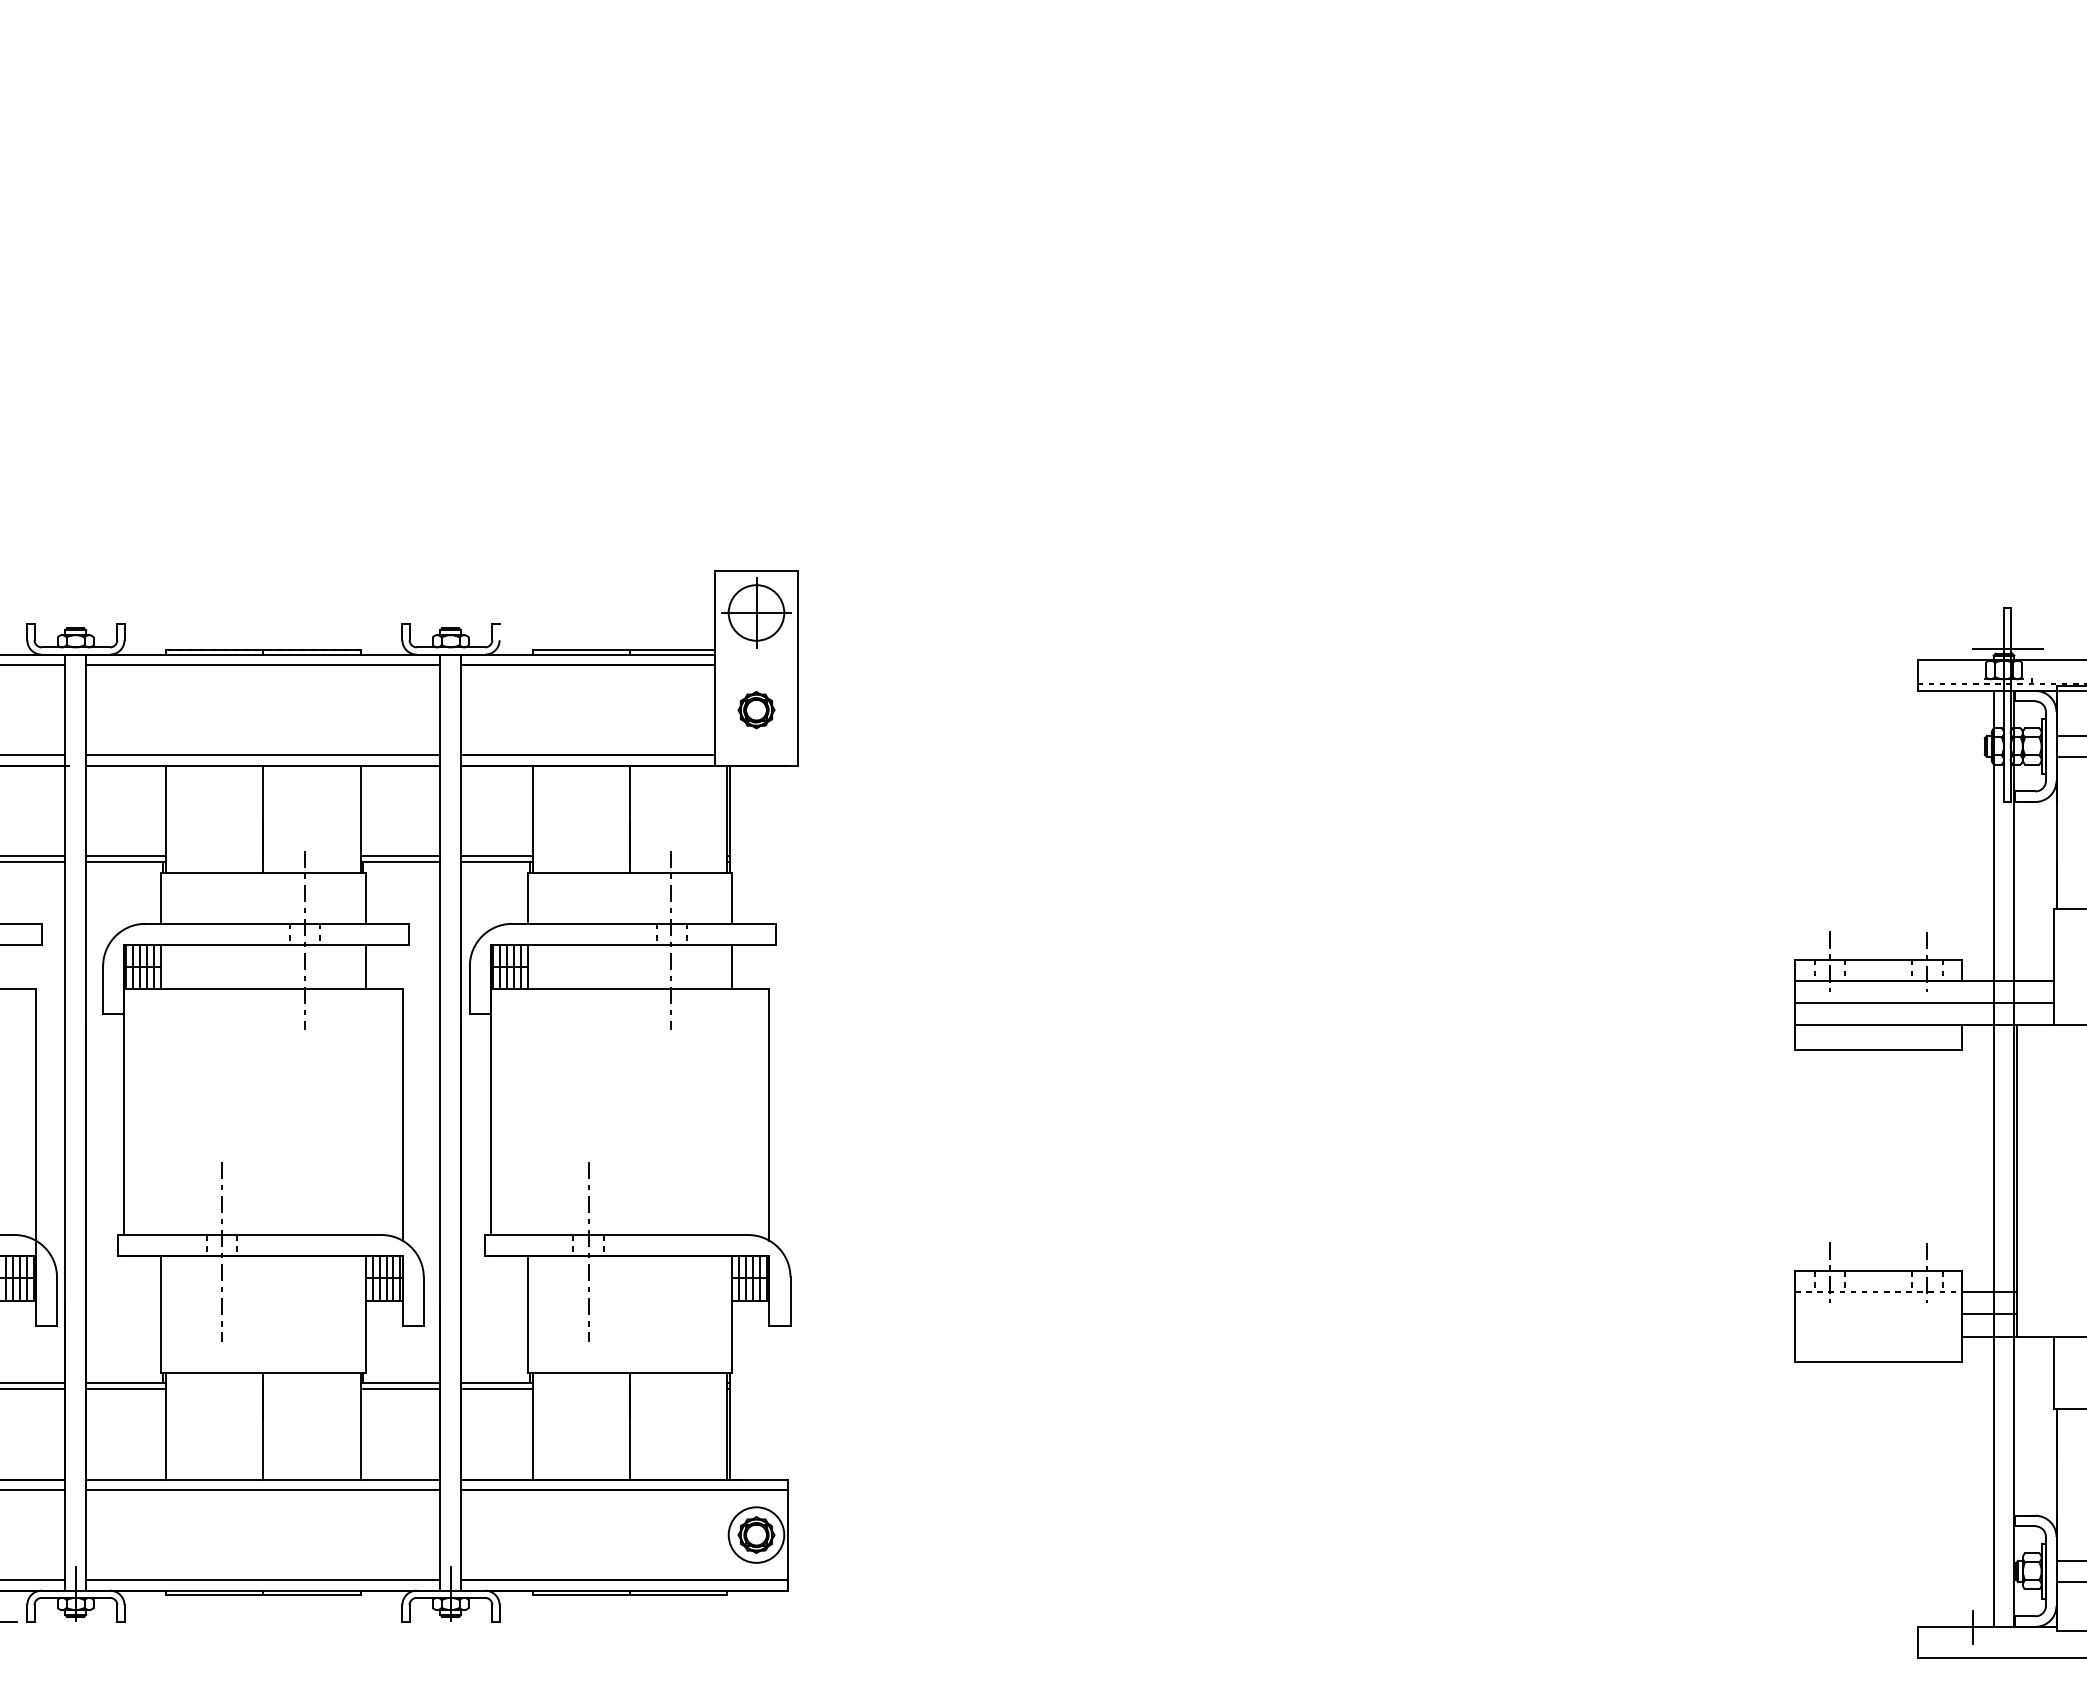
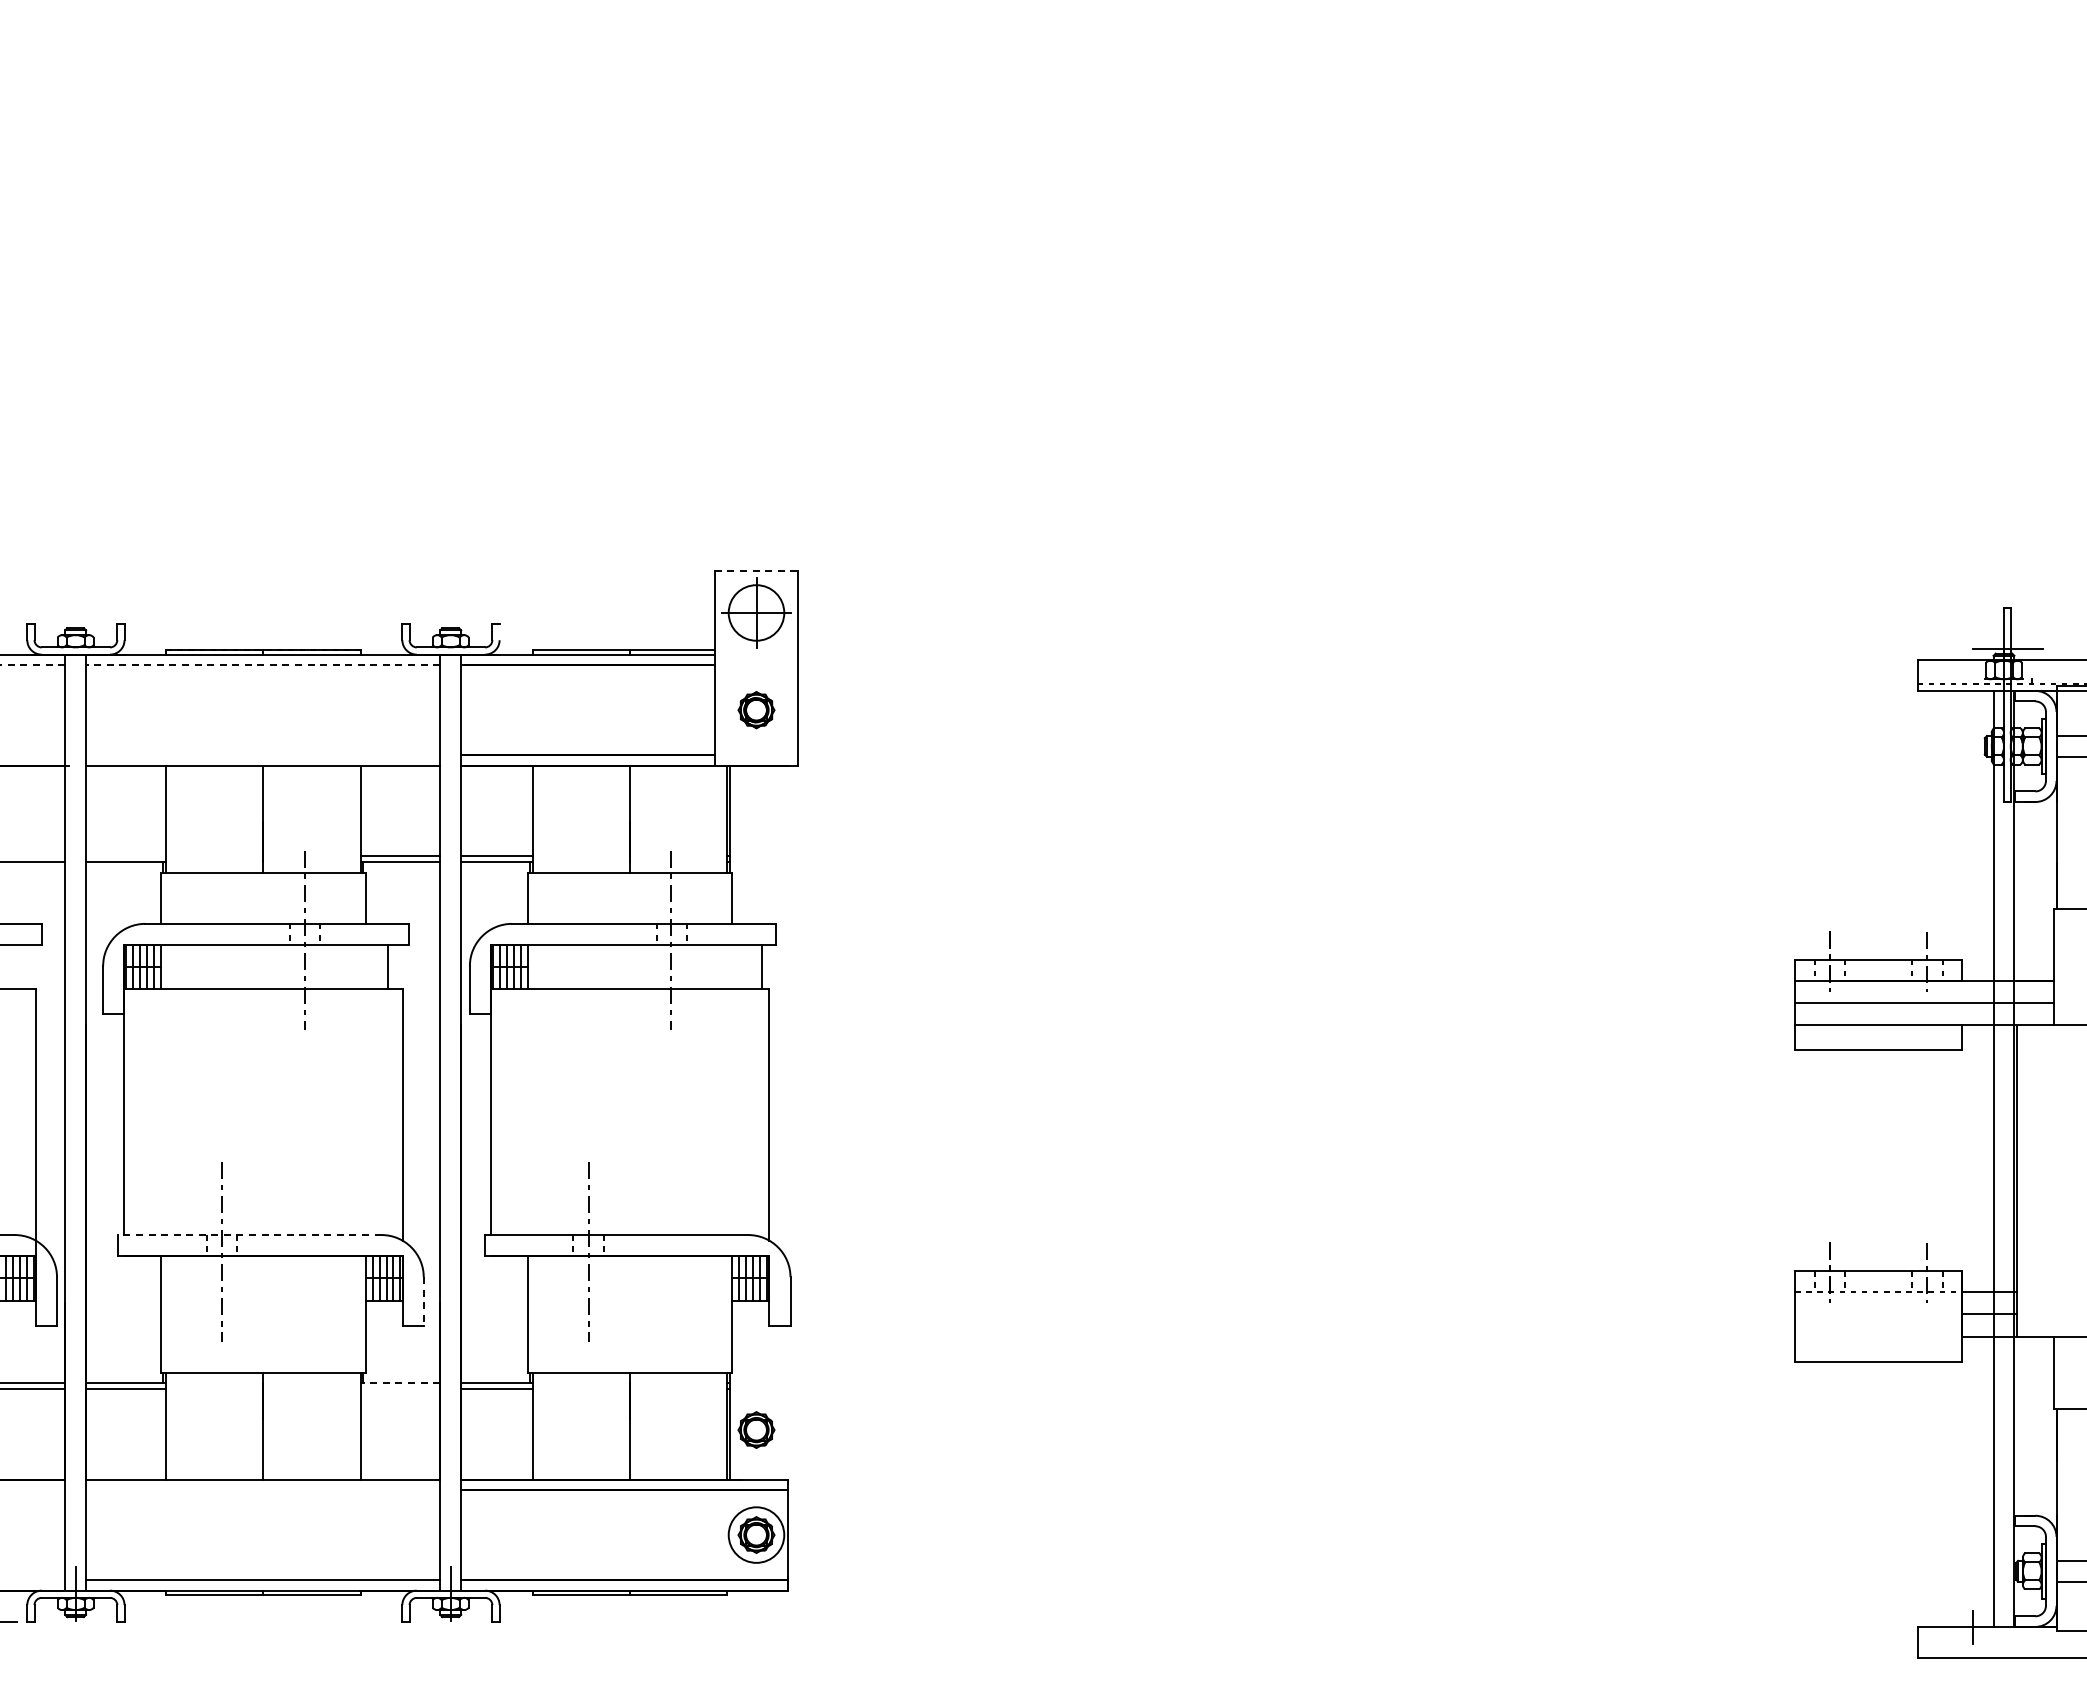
line at (756, 571): solid -> dashed
line at (32, 665): solid -> dashed
line at (263, 665): solid -> dashed
line at (33, 755): present -> none
line at (263, 755): present -> none
line at (33, 856): present -> none
line at (126, 856): present -> none
line at (365, 966) position: (365, 966) -> (387, 966)
line at (732, 966) position: (732, 966) -> (762, 966)
line at (249, 1235): solid -> dashed
line at (423, 1301): solid -> dashed
line at (400, 1383): solid -> dashed
line at (400, 1388): present -> none
part at (756, 1429): none -> present
line at (33, 1490): present -> none
line at (263, 1490): present -> none
line at (33, 1580): present -> none
